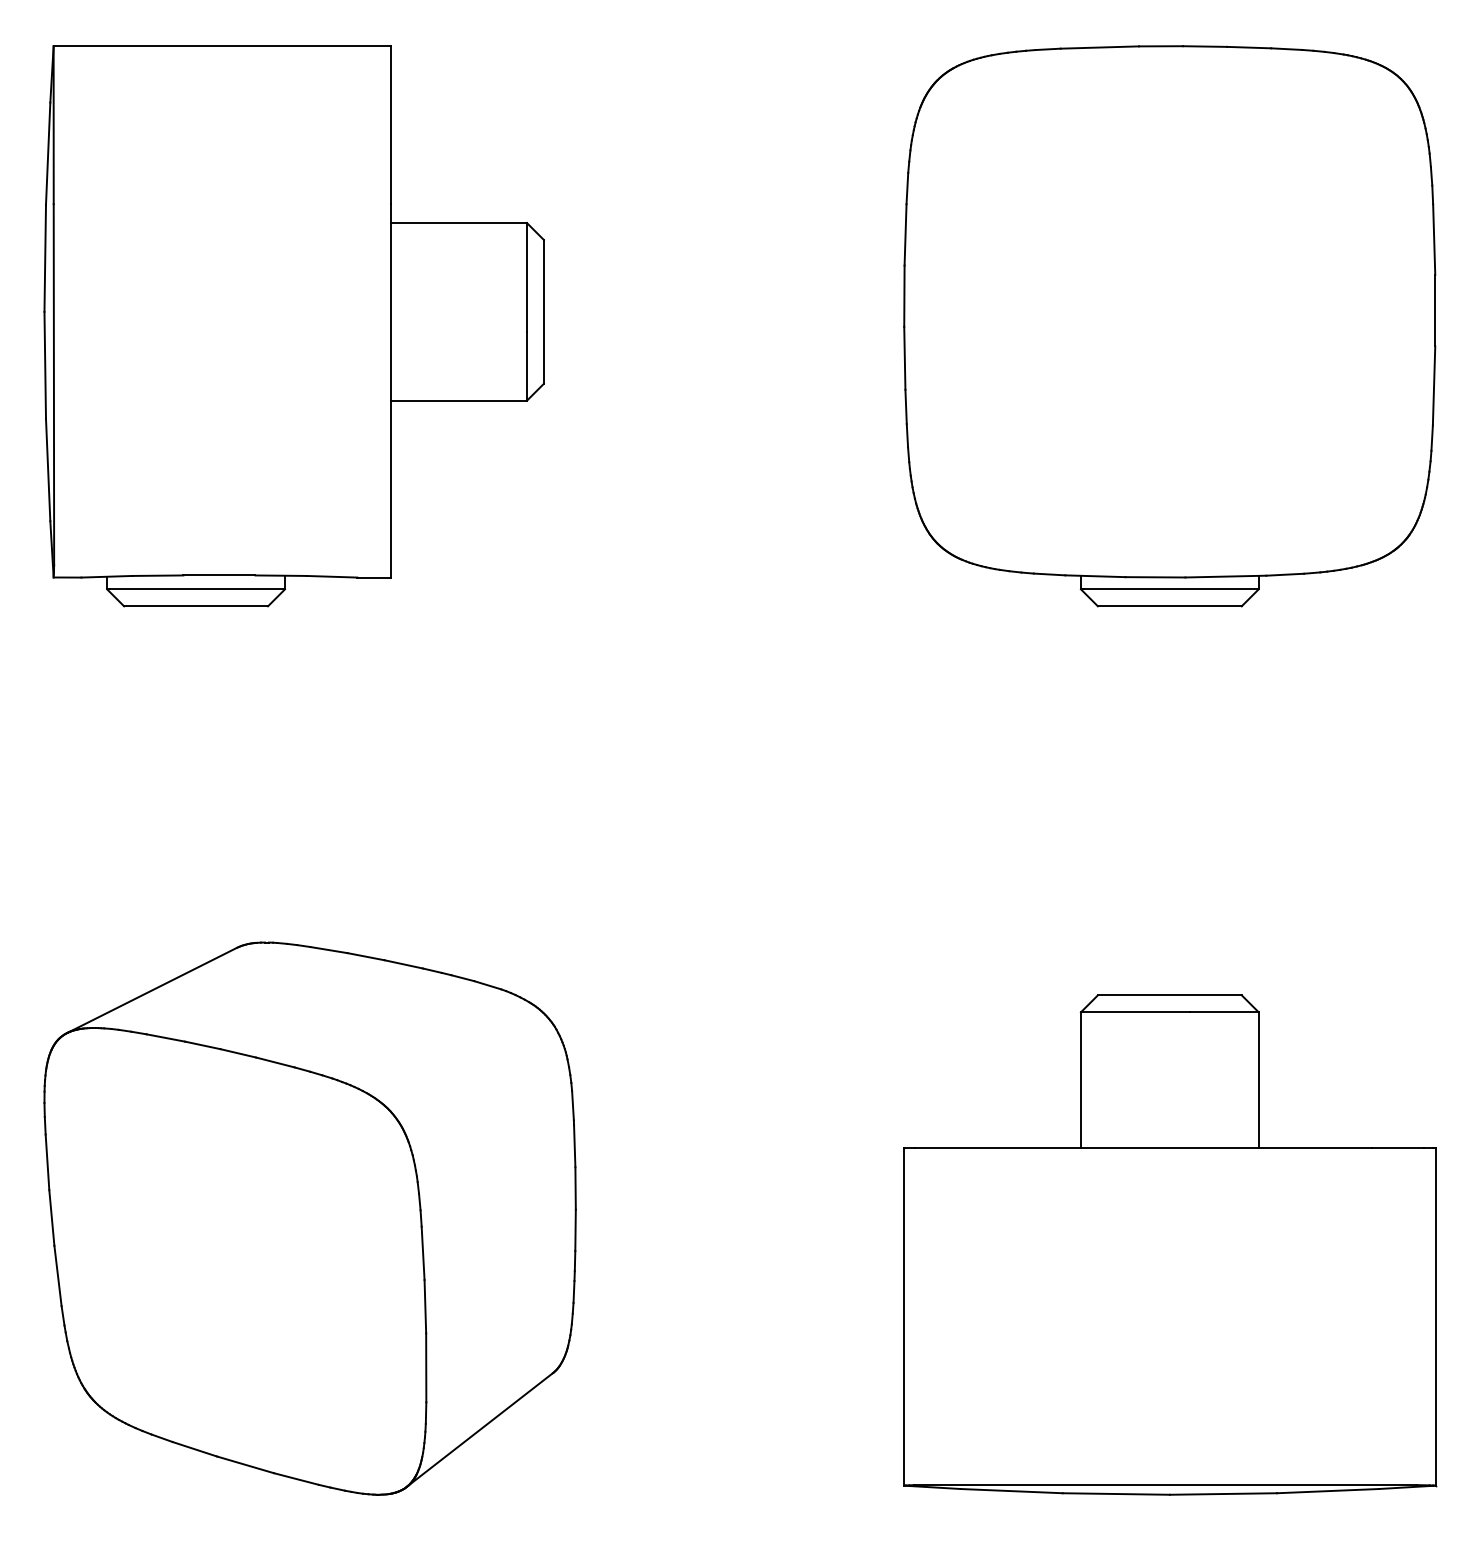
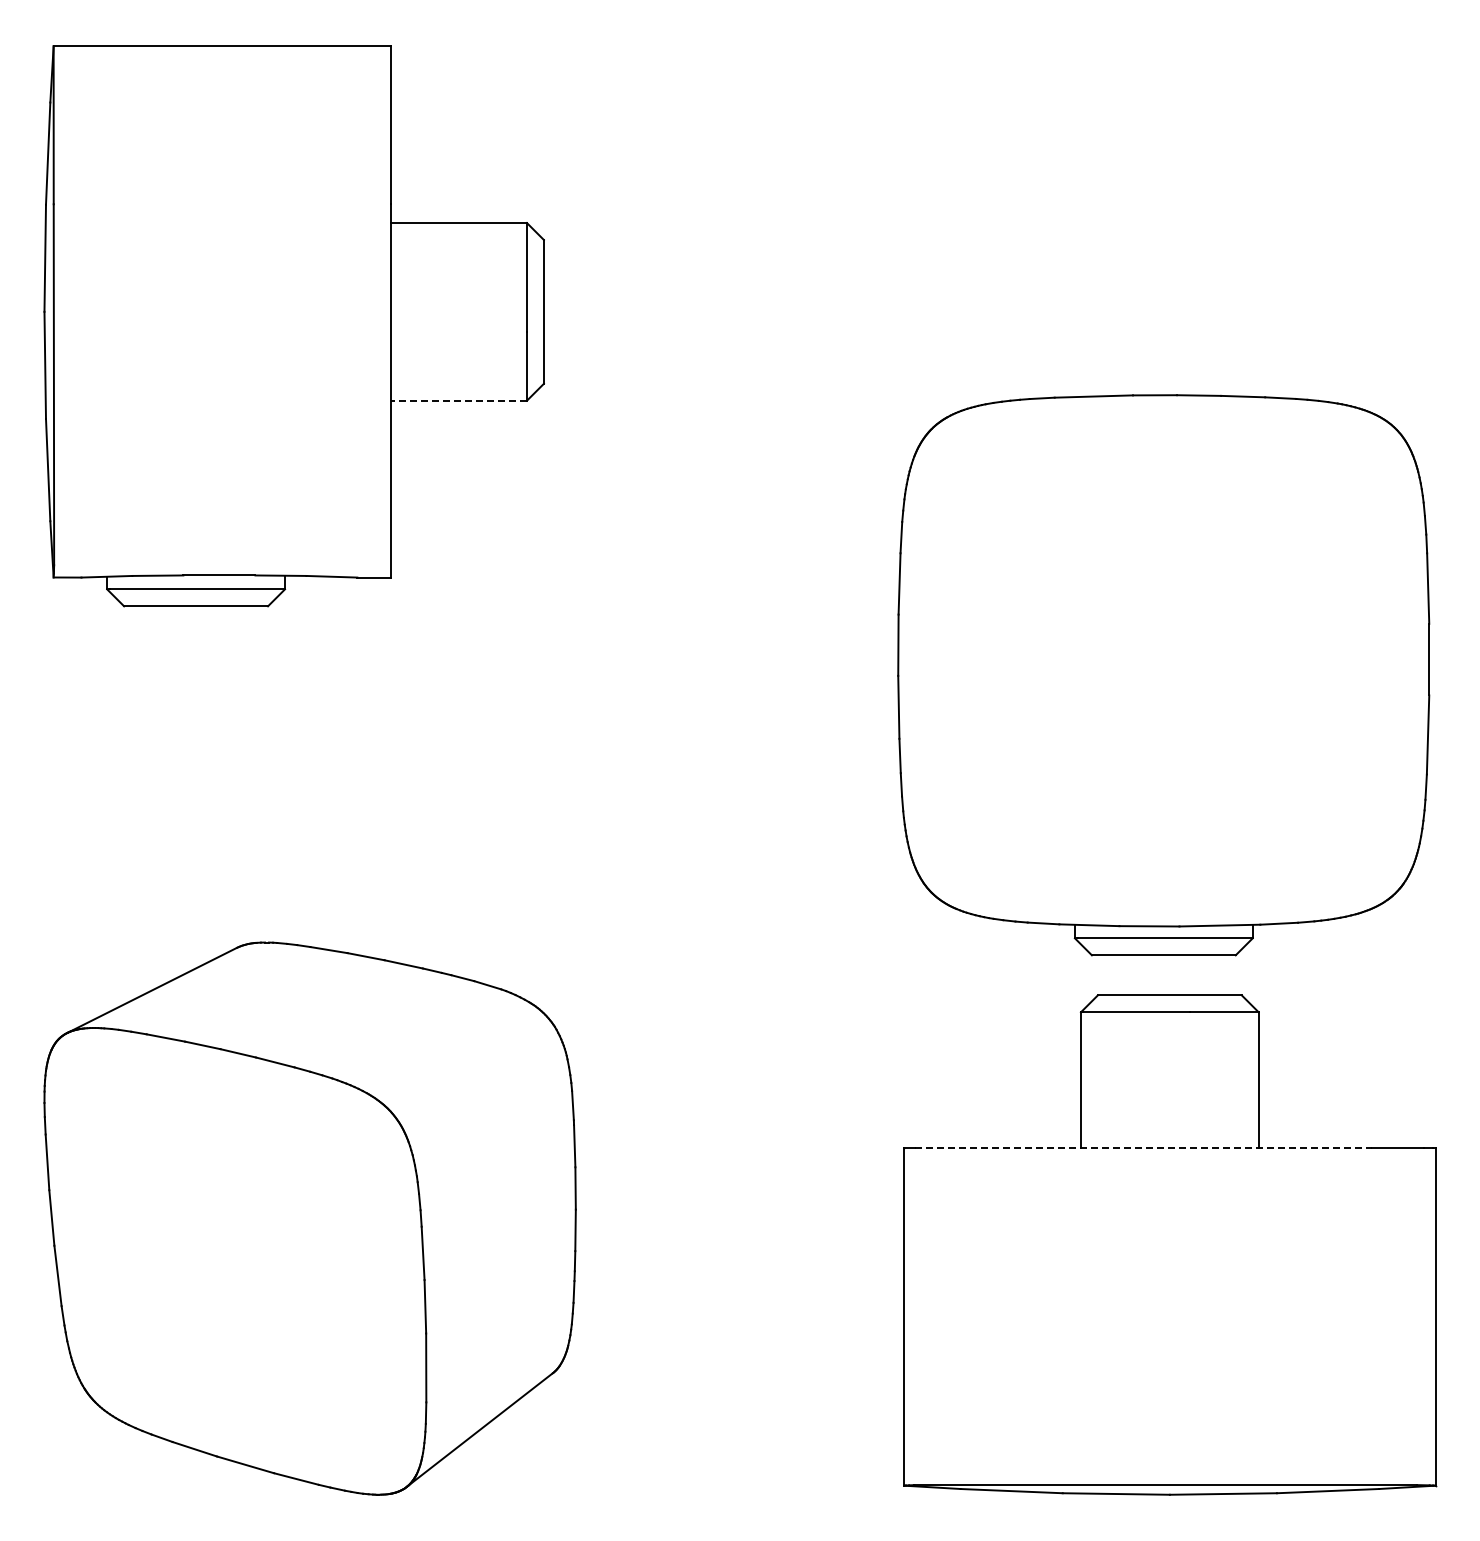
part at (1169, 326) position: (1169, 326) -> (1163, 675)
line at (459, 400): solid -> dashed
line at (1143, 1148): solid -> dashed
